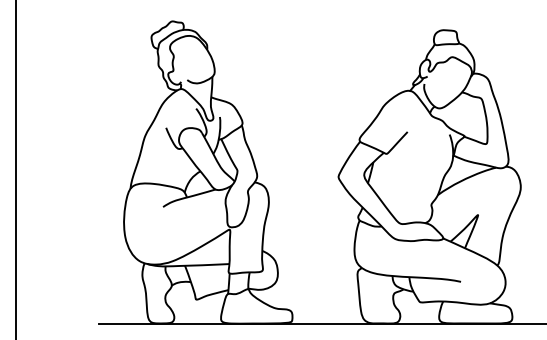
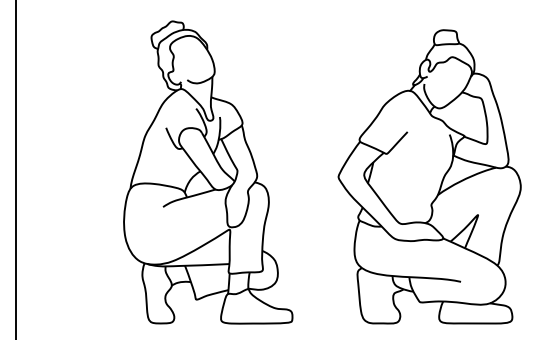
line at (321, 323): present -> none
